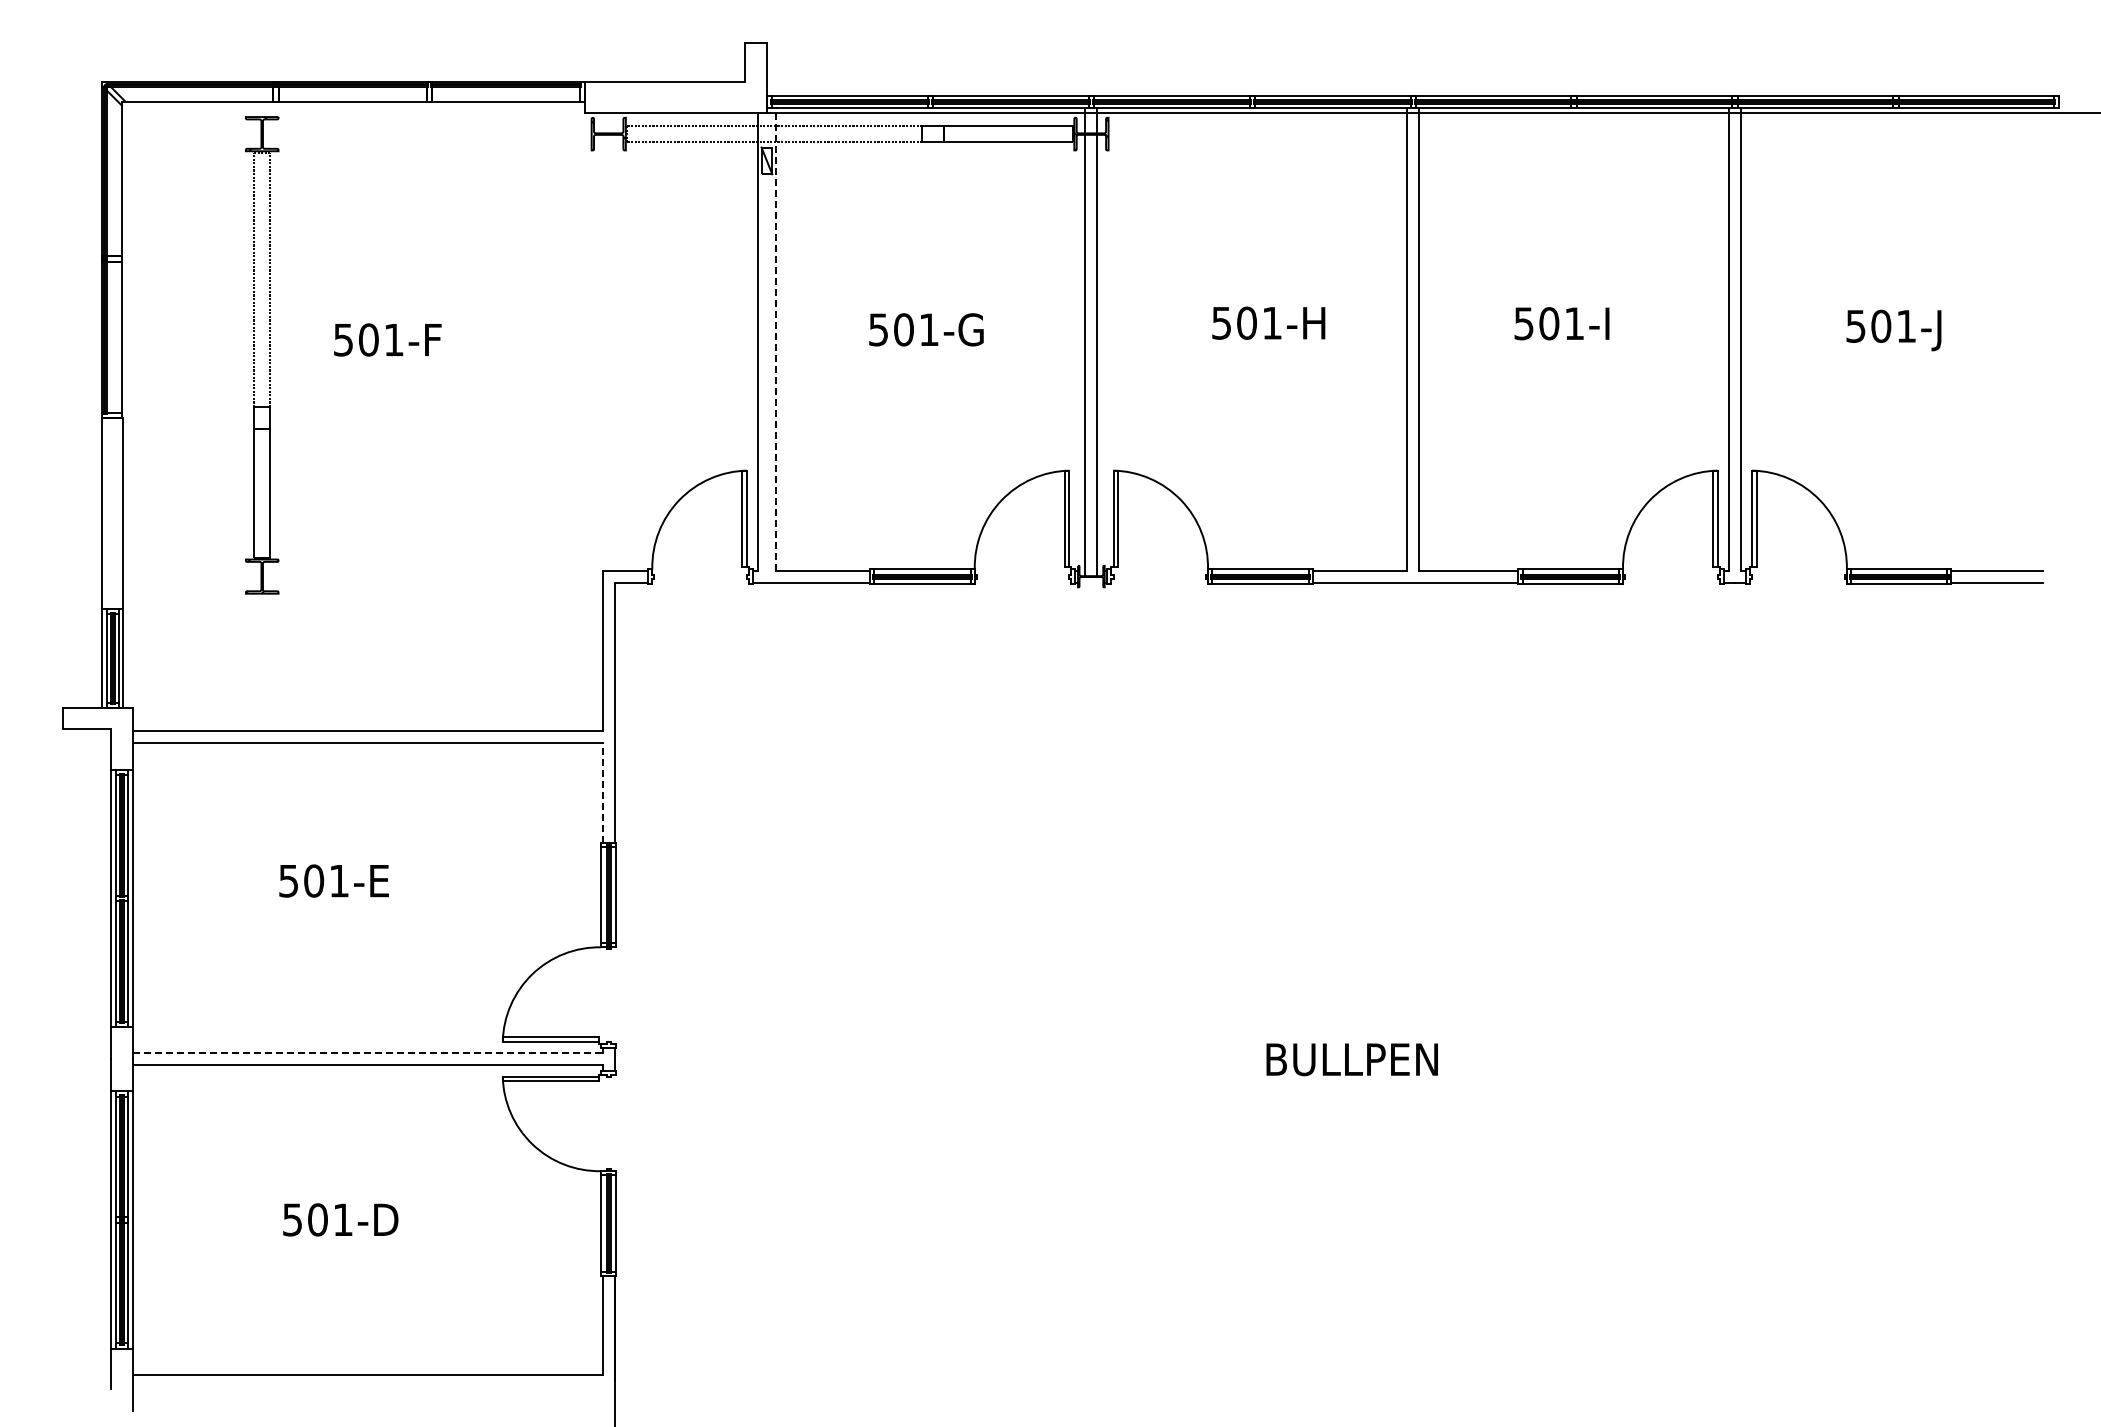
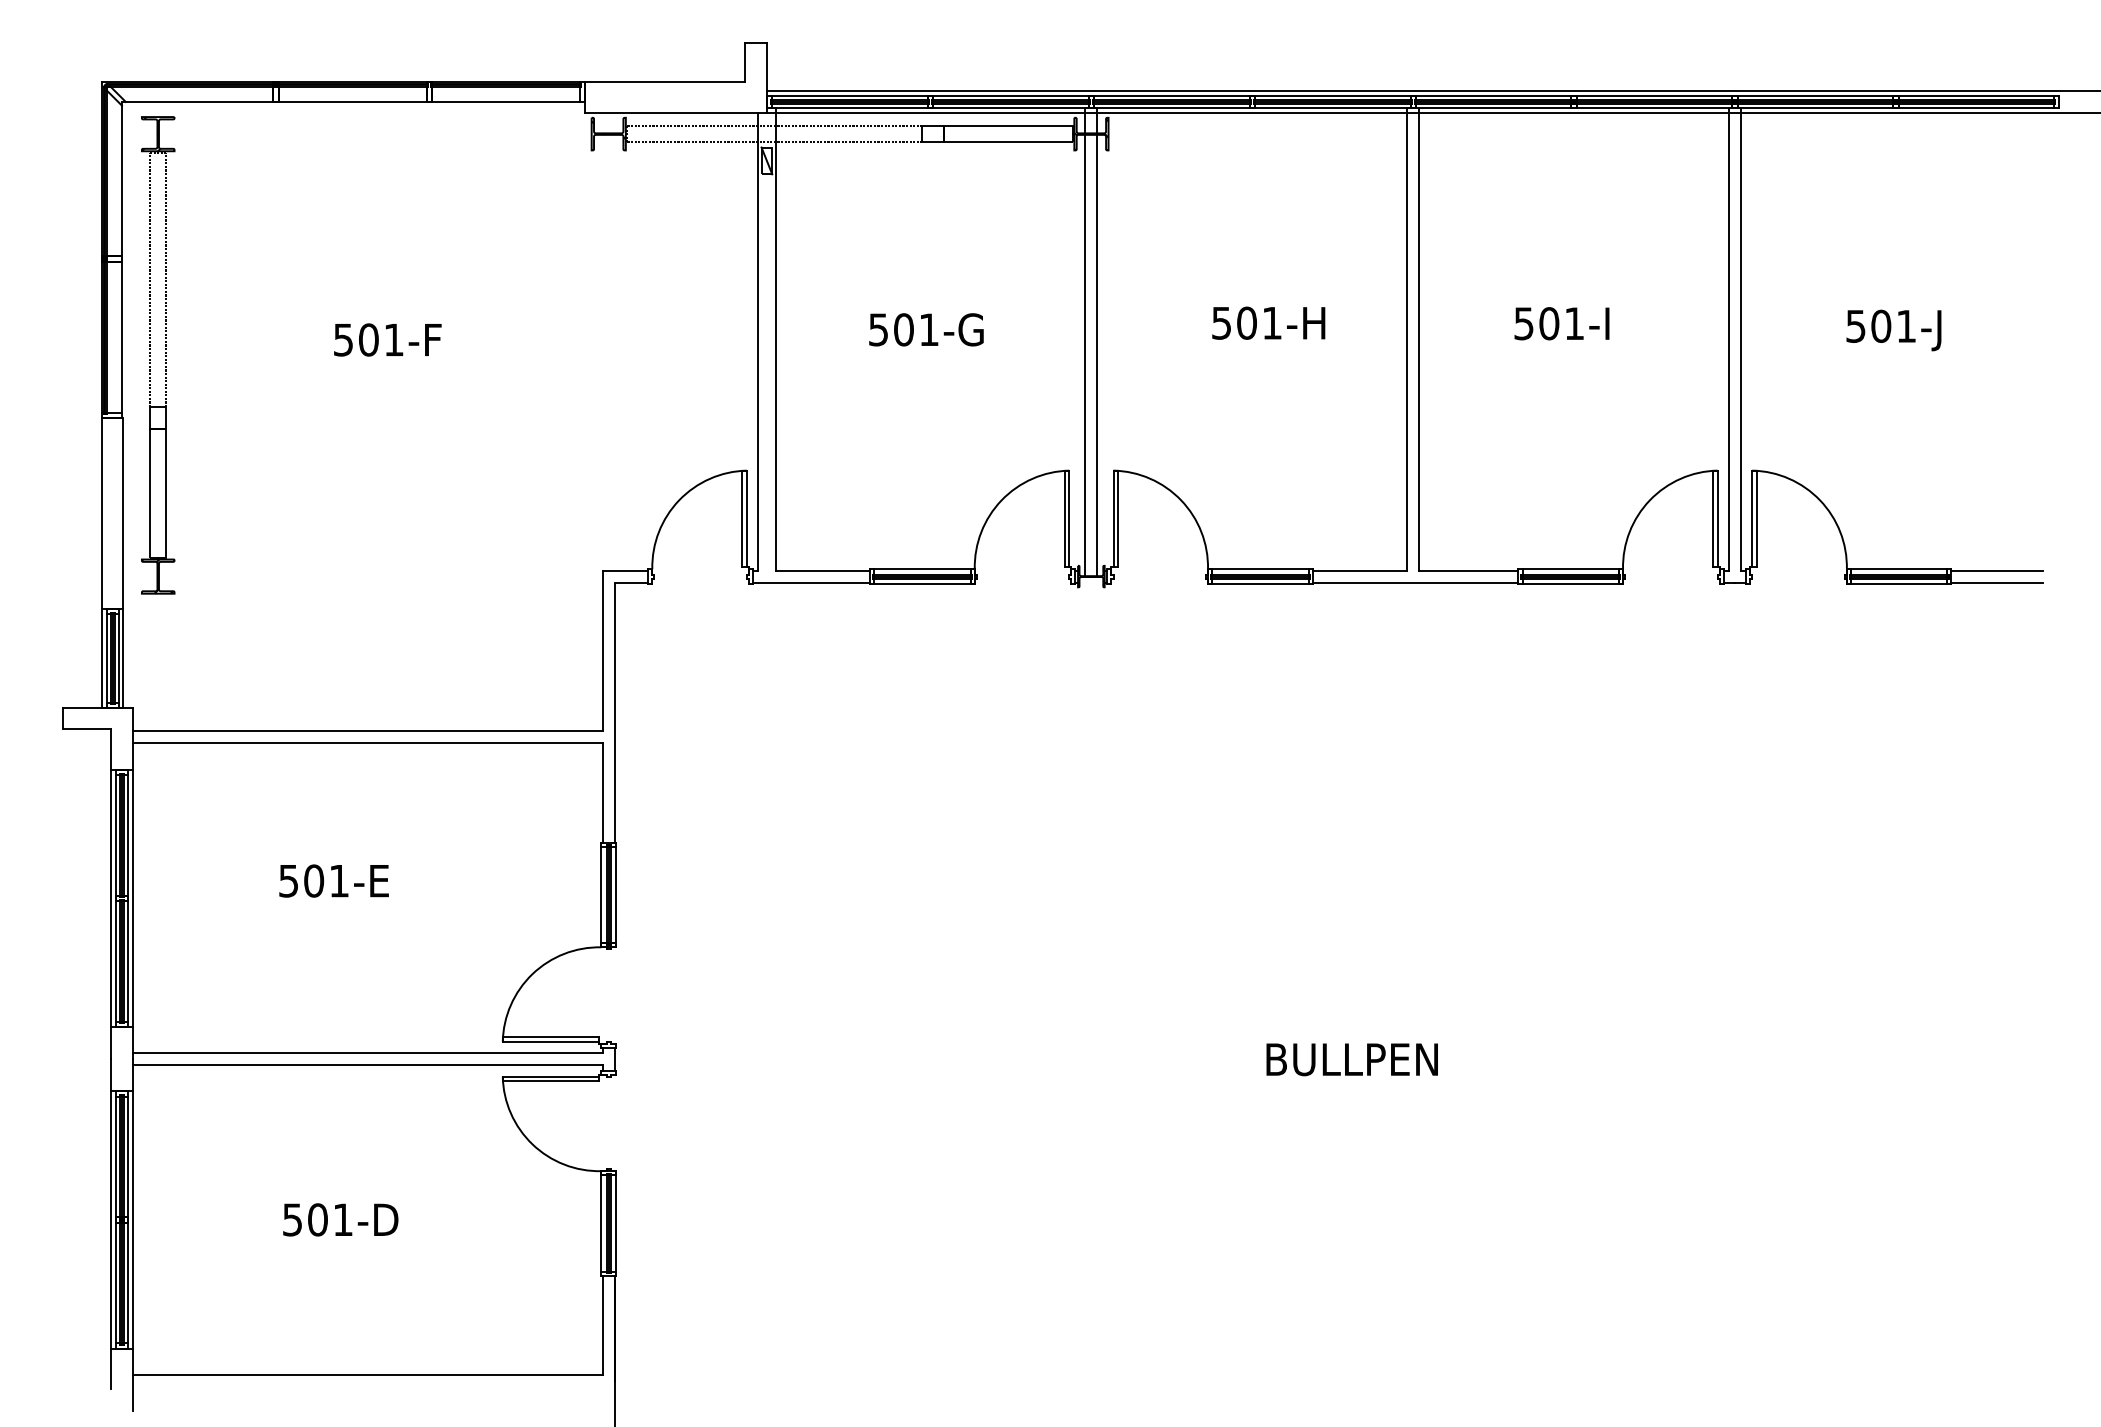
line at (1431, 91): none -> present
line at (775, 338): dashed -> solid
part at (269, 355) position: (269, 355) -> (165, 355)
line at (602, 793): dashed -> solid
line at (367, 1053): dashed -> solid
